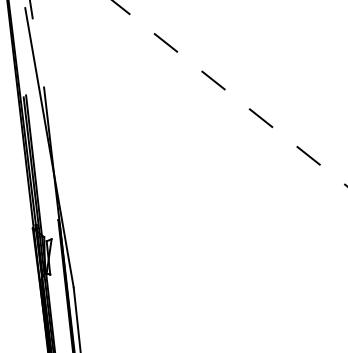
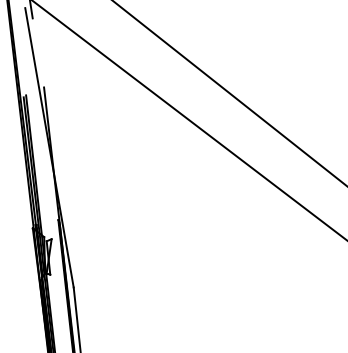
line at (230, 93): dashed -> solid
line at (189, 120): none -> present
